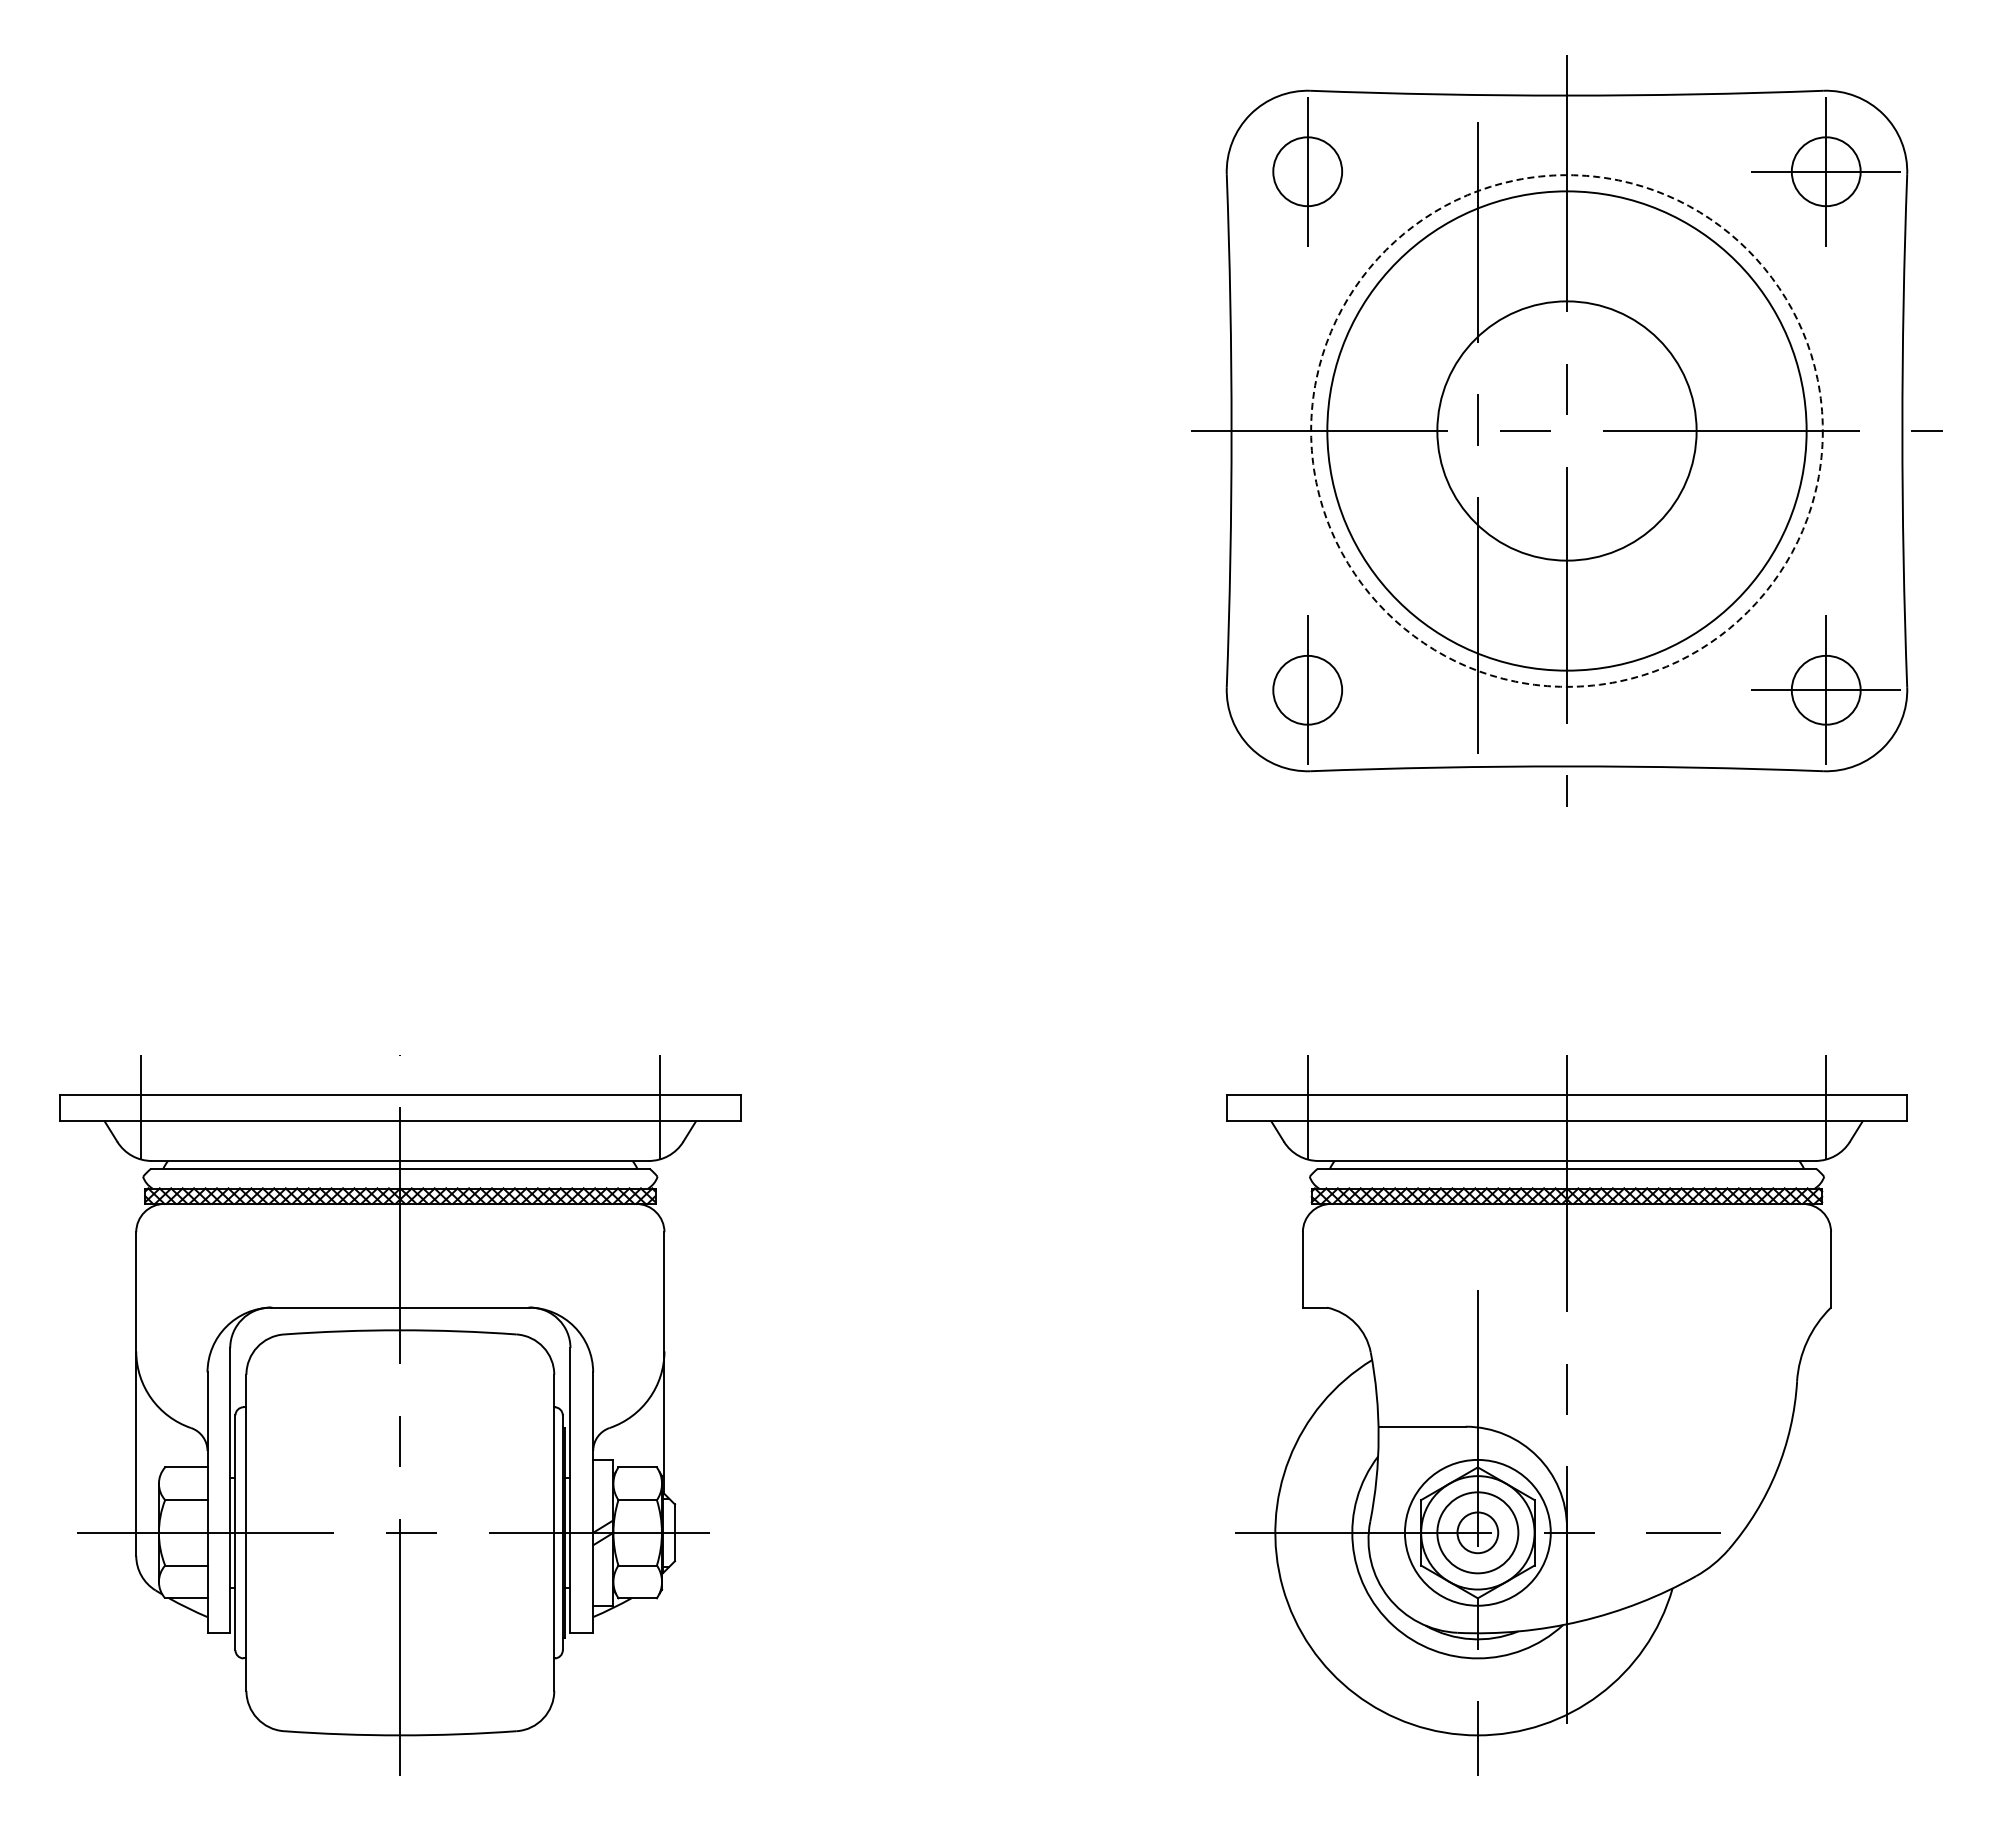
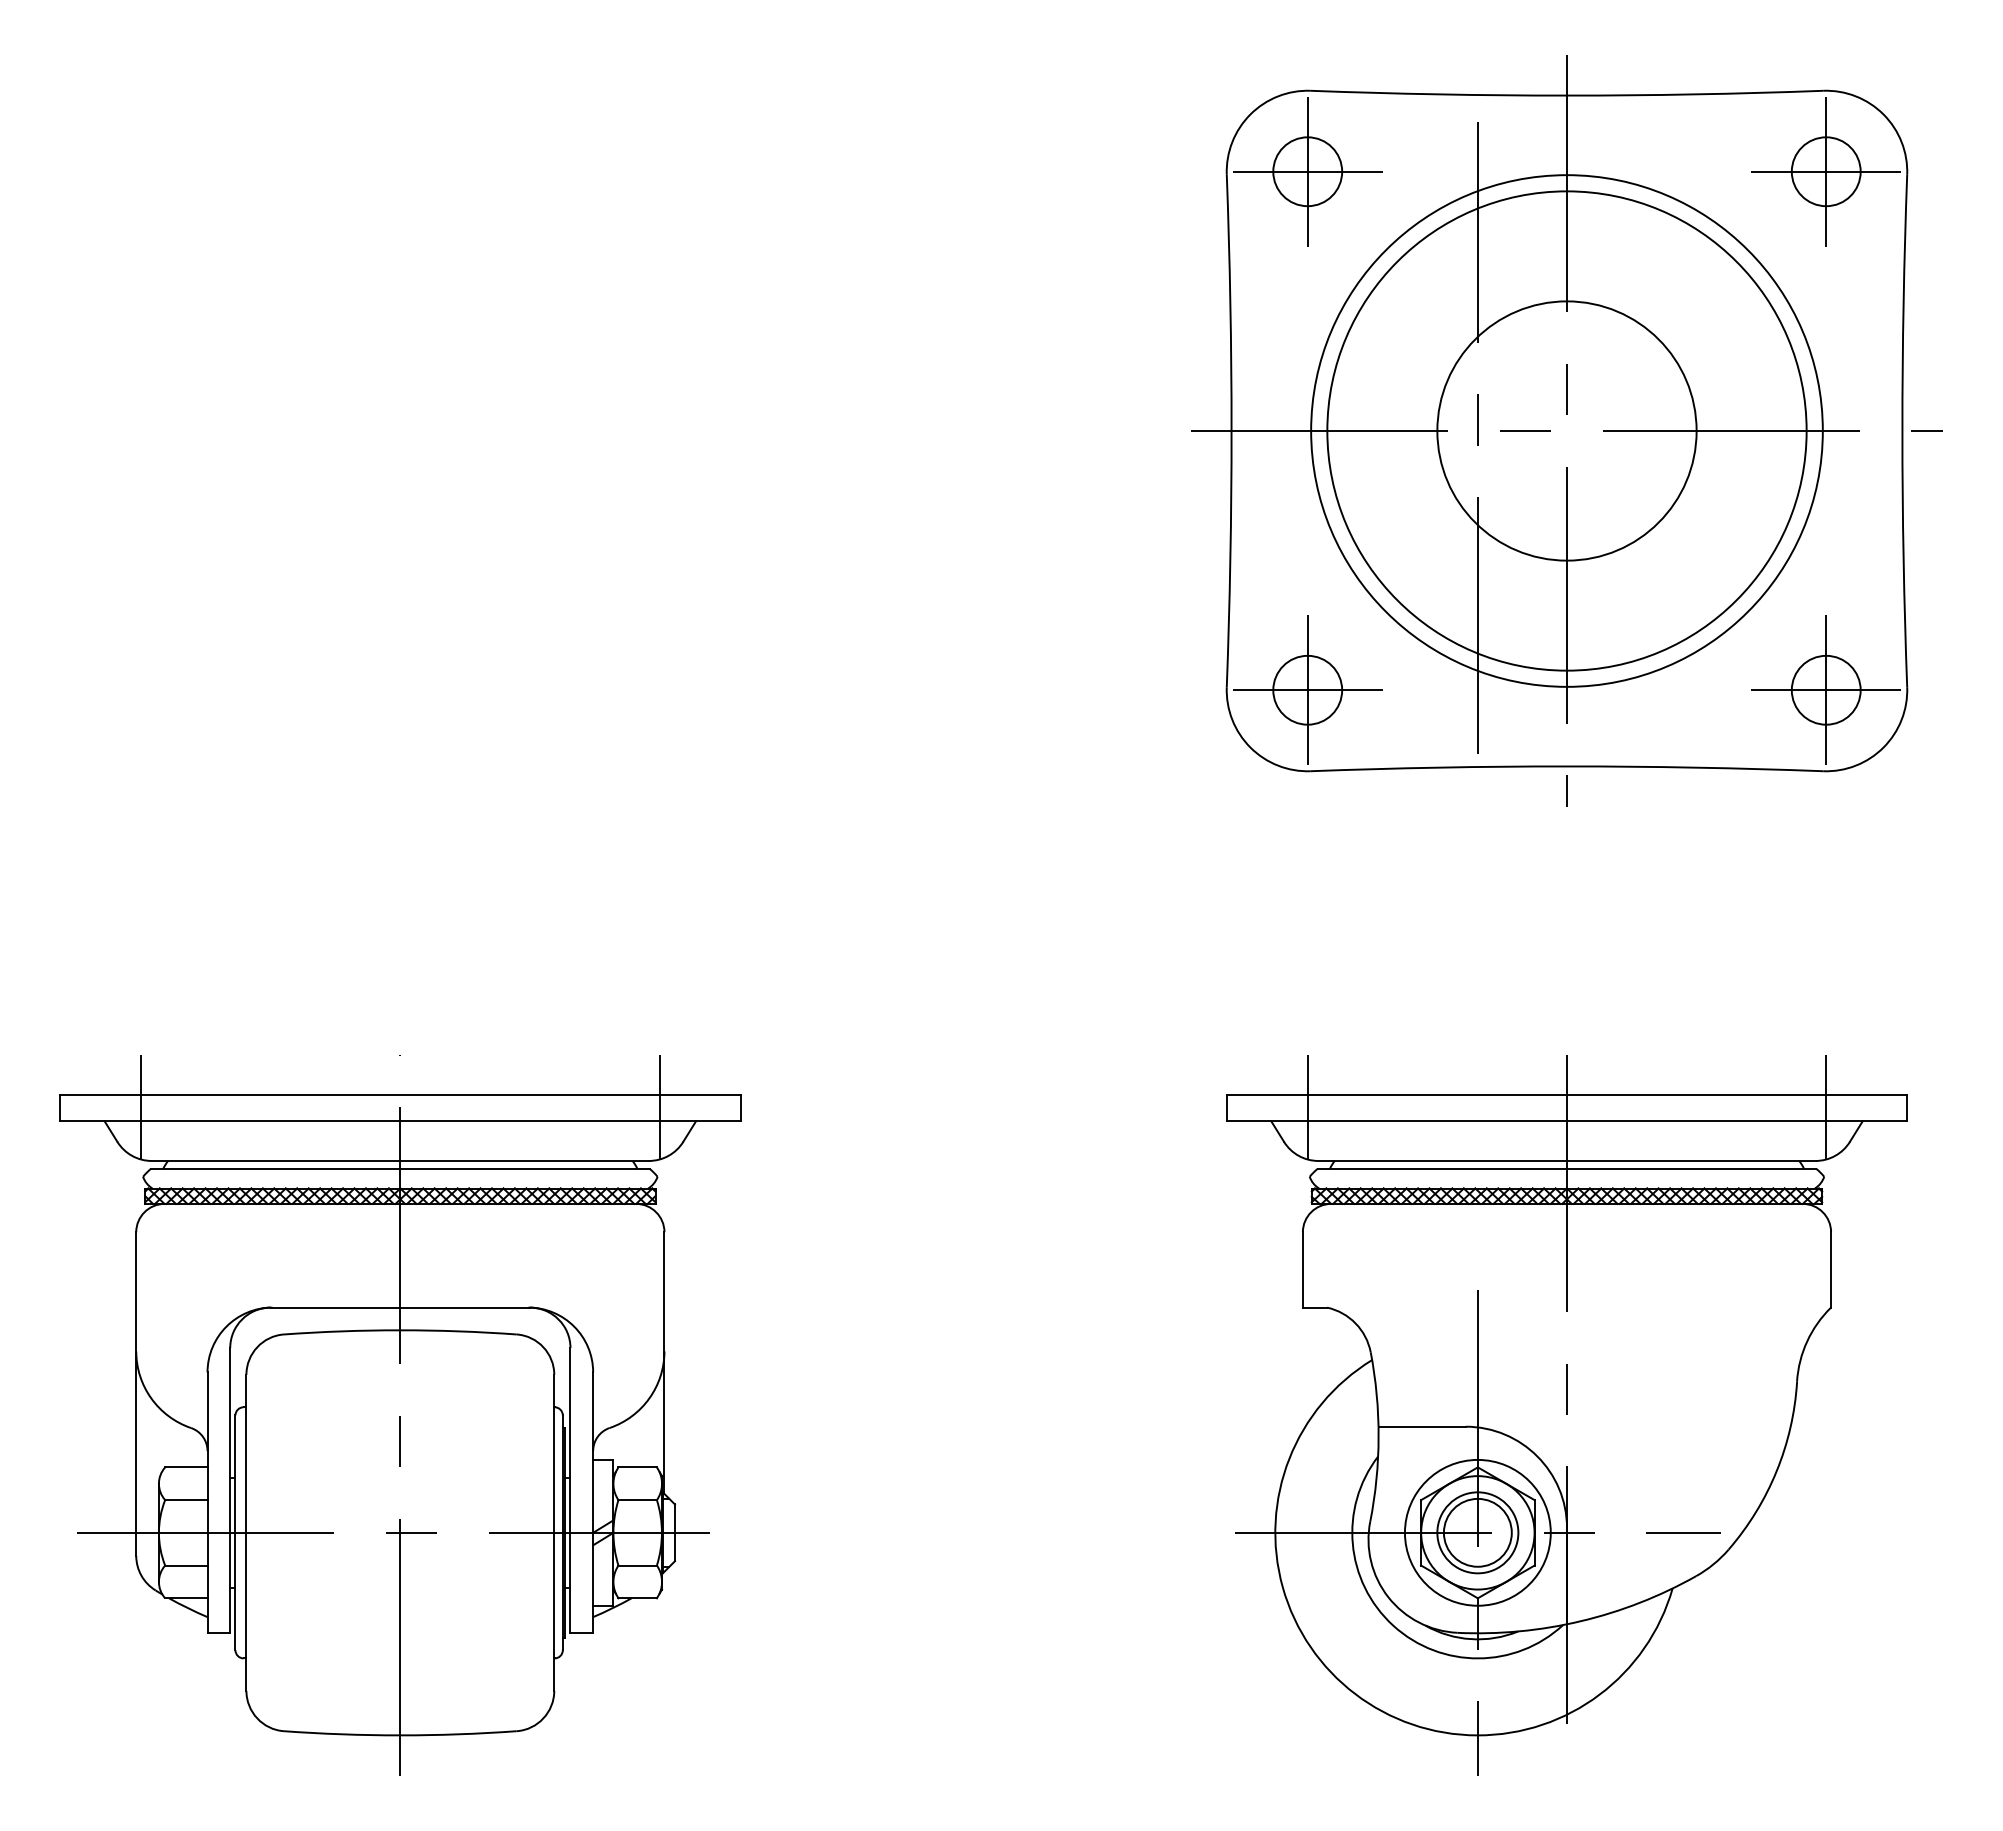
line at (1307, 171): none -> present
circle at (1566, 430): dashed -> solid
line at (1307, 690): none -> present
circle at (1477, 1532) diameter: 41 px -> 68 px
